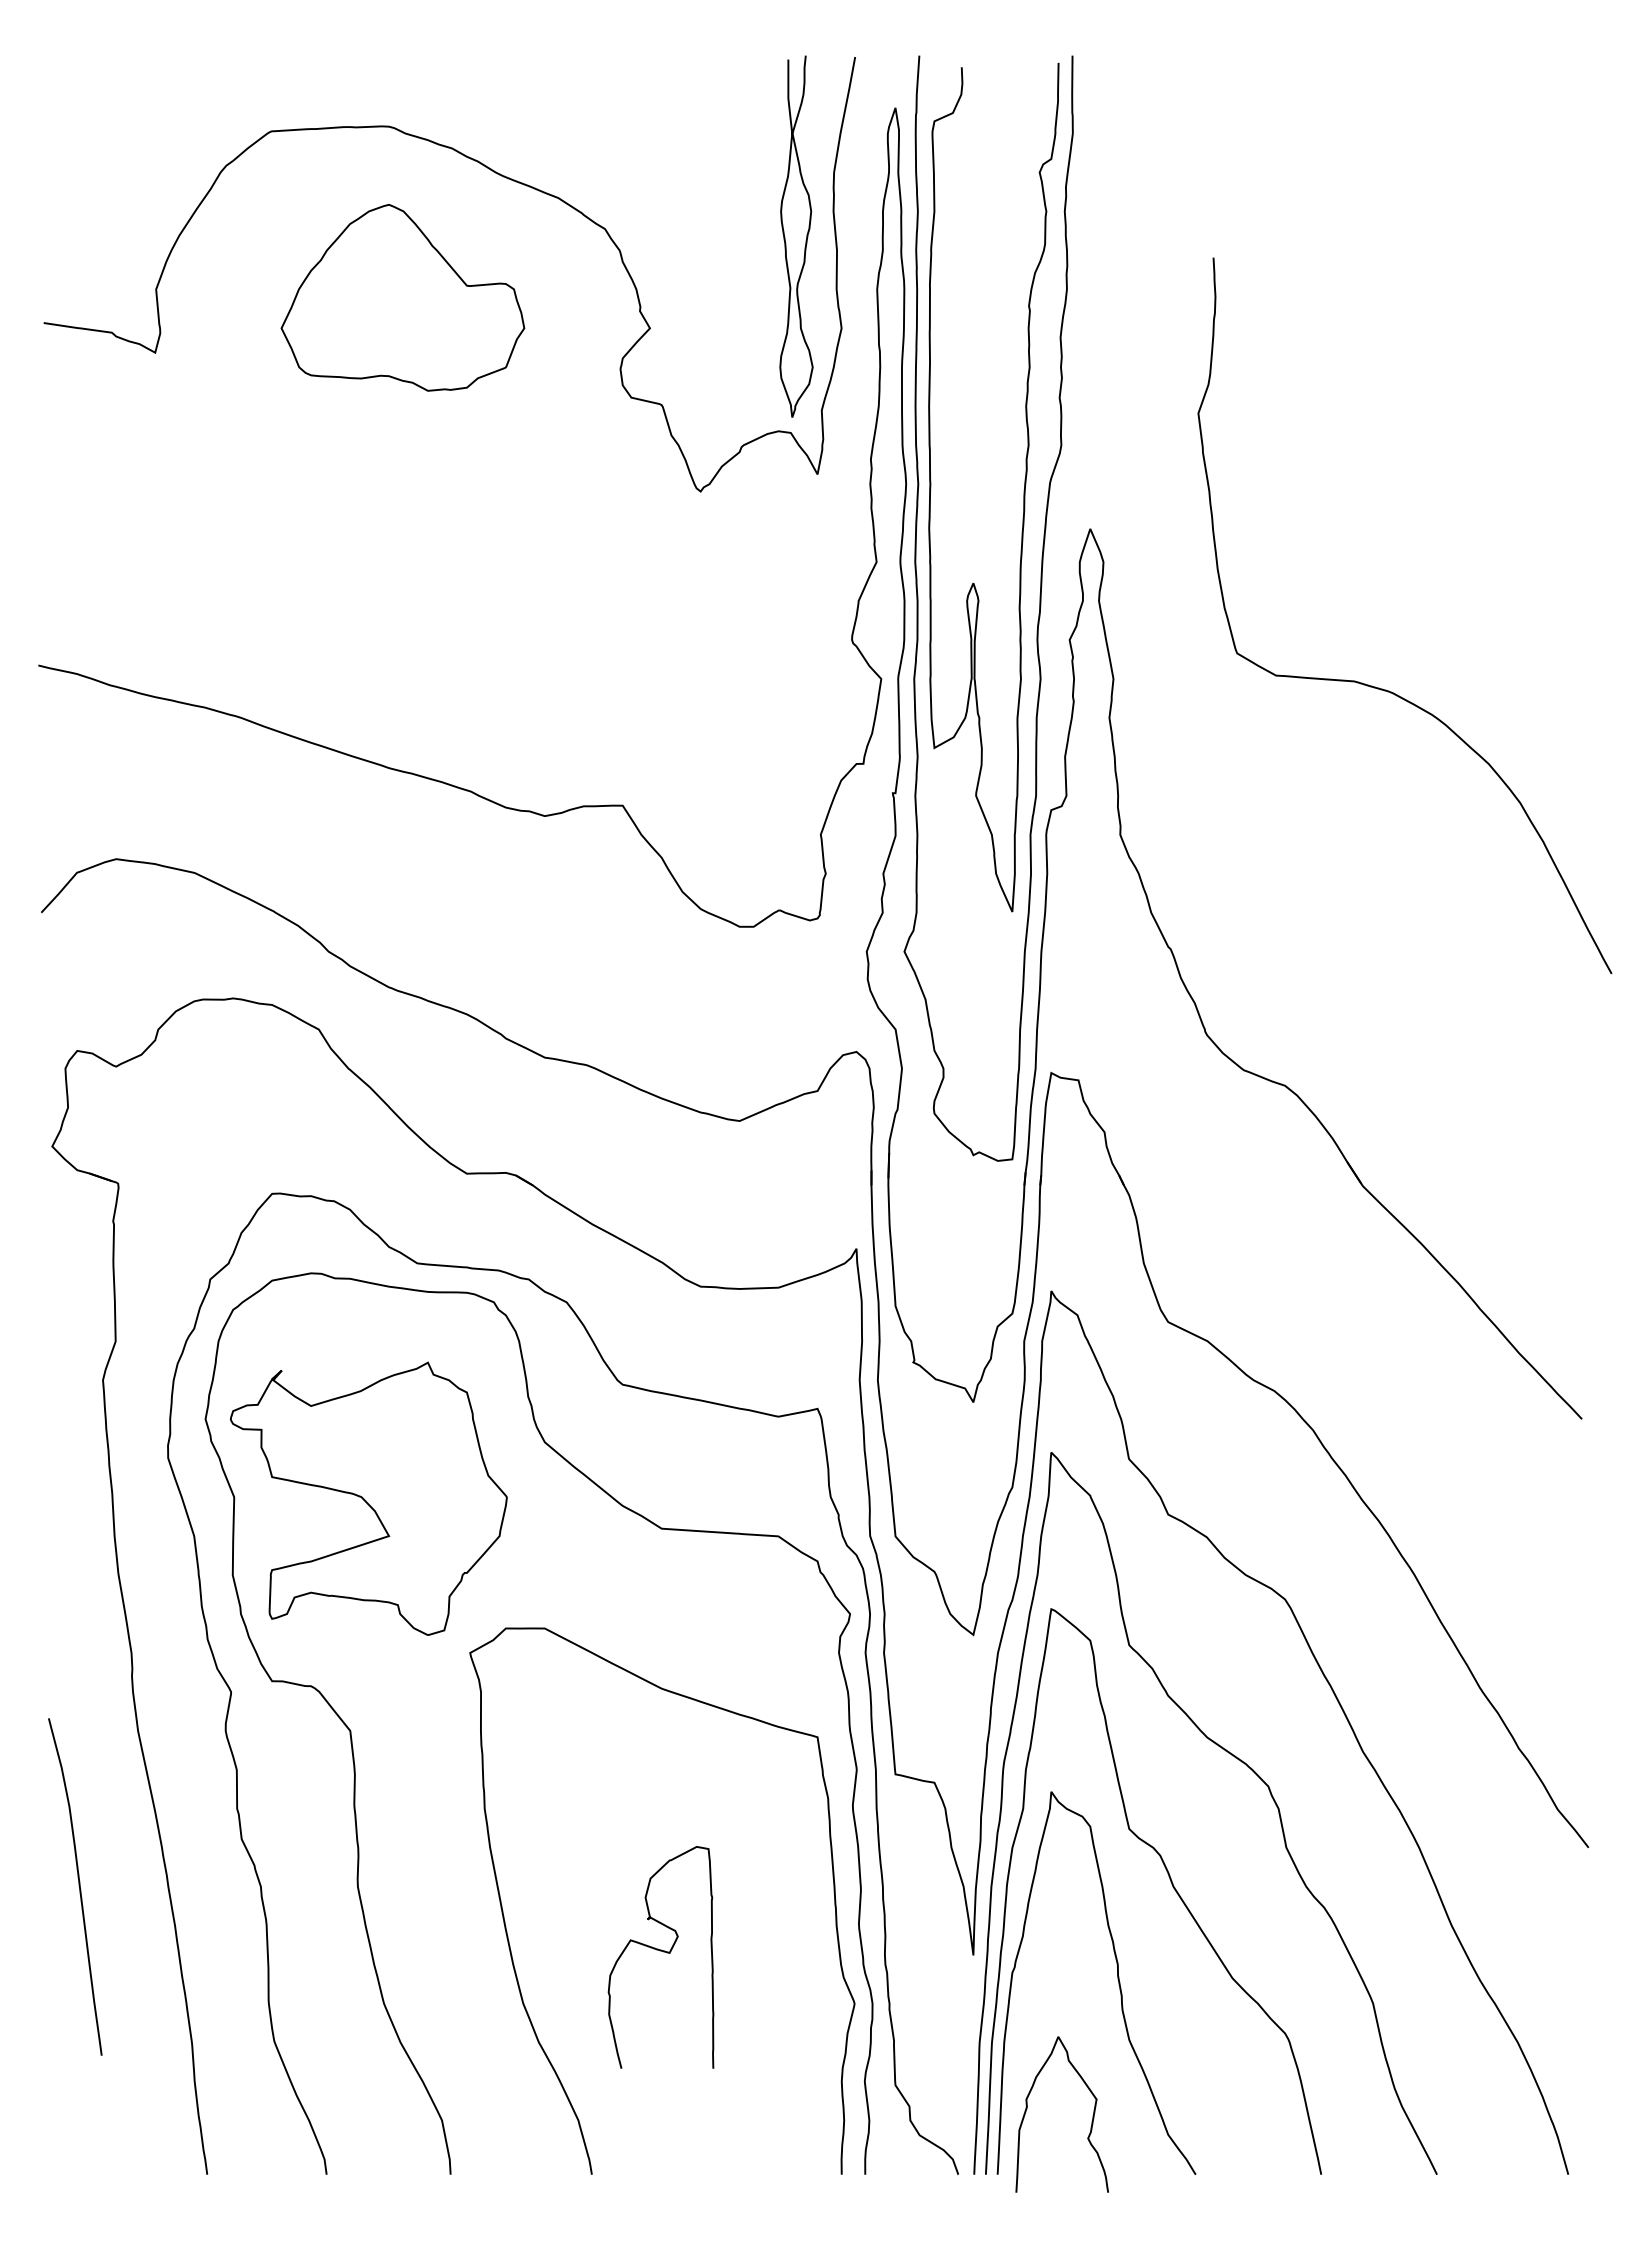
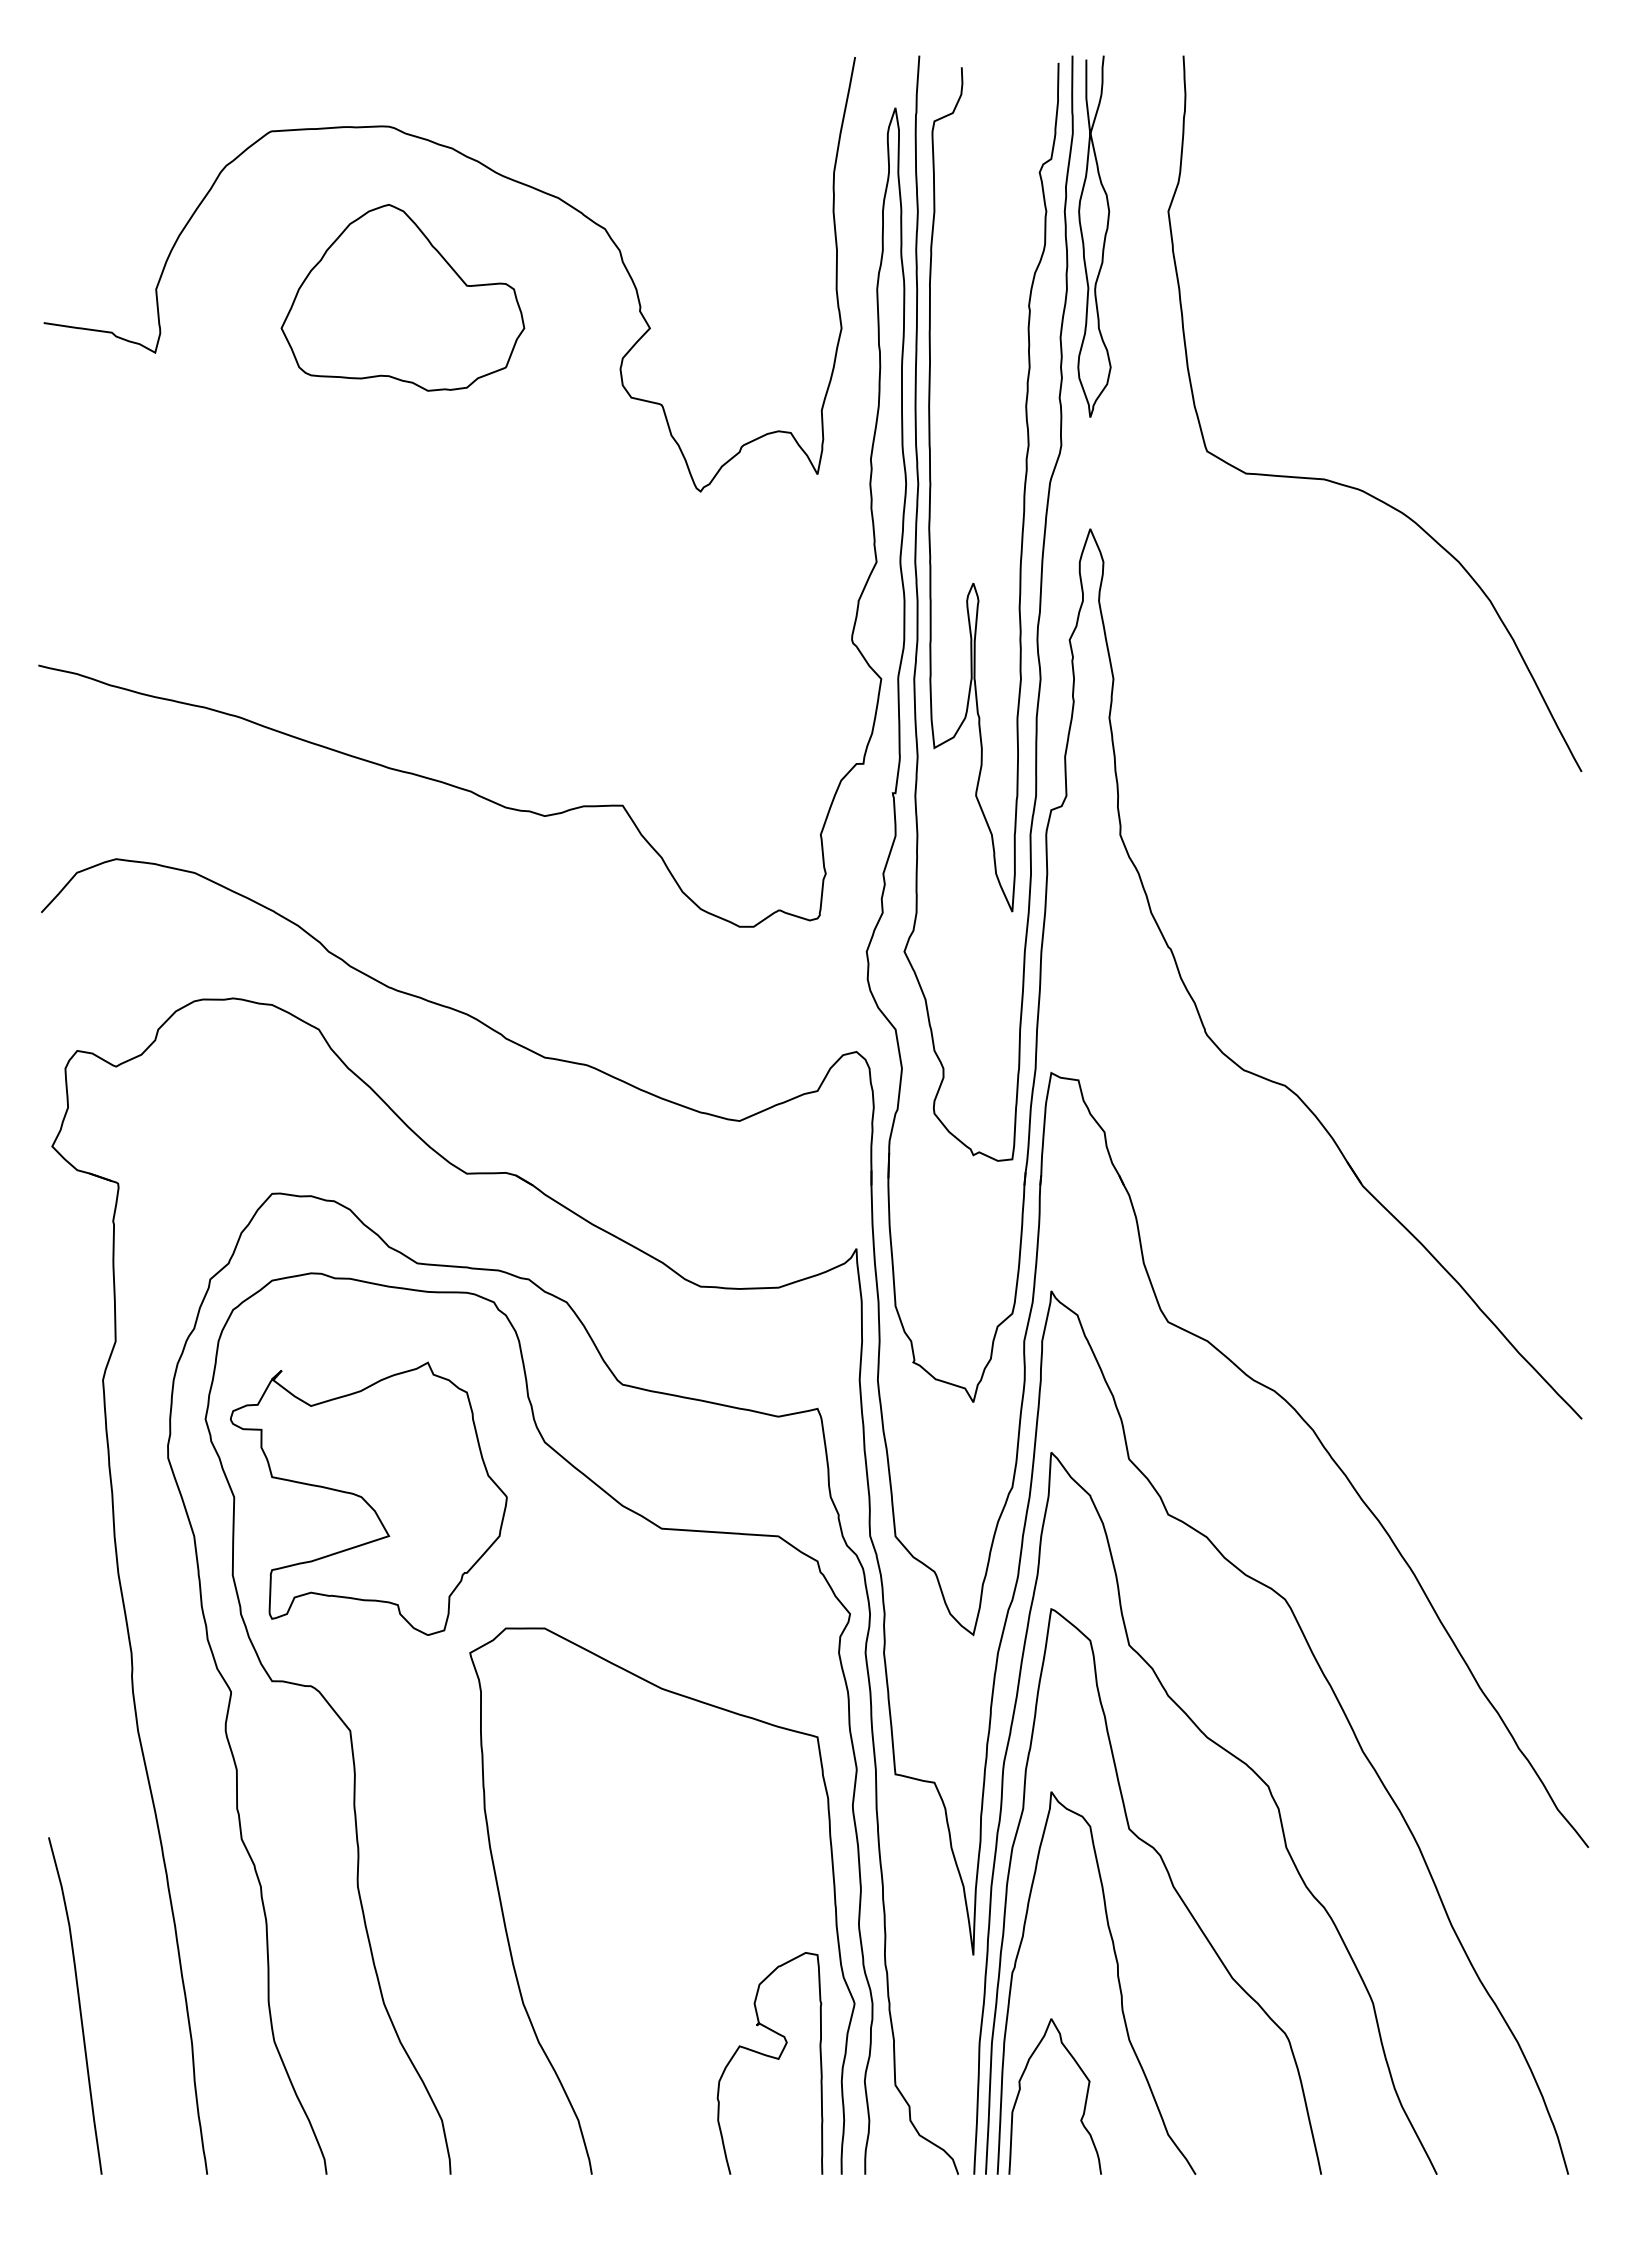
curve at (805, 240) position: (805, 240) -> (1103, 240)
curve at (1386, 689) position: (1386, 689) -> (1356, 487)
curve at (78, 1886) position: (78, 1886) -> (78, 2005)
curve at (663, 1952) position: (663, 1952) -> (772, 2058)
curve at (1091, 2121) position: (1091, 2121) -> (1084, 2103)
